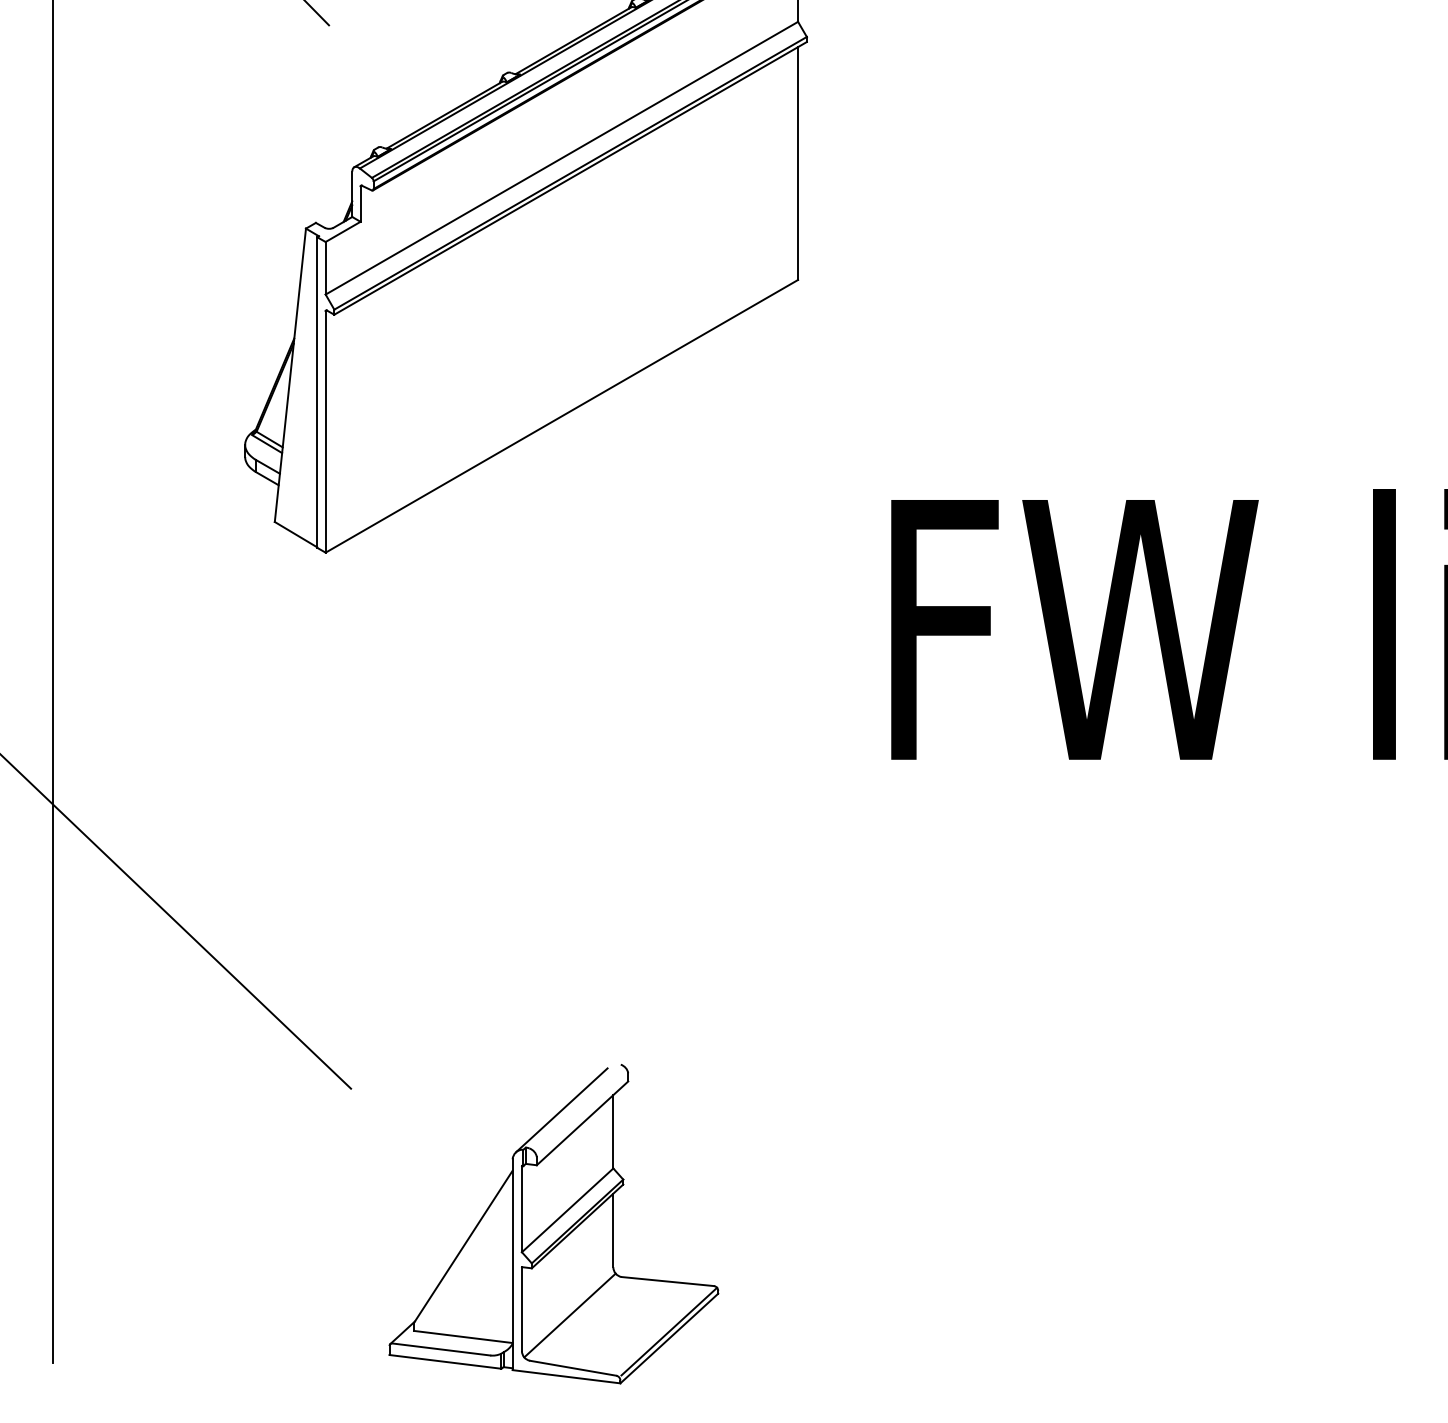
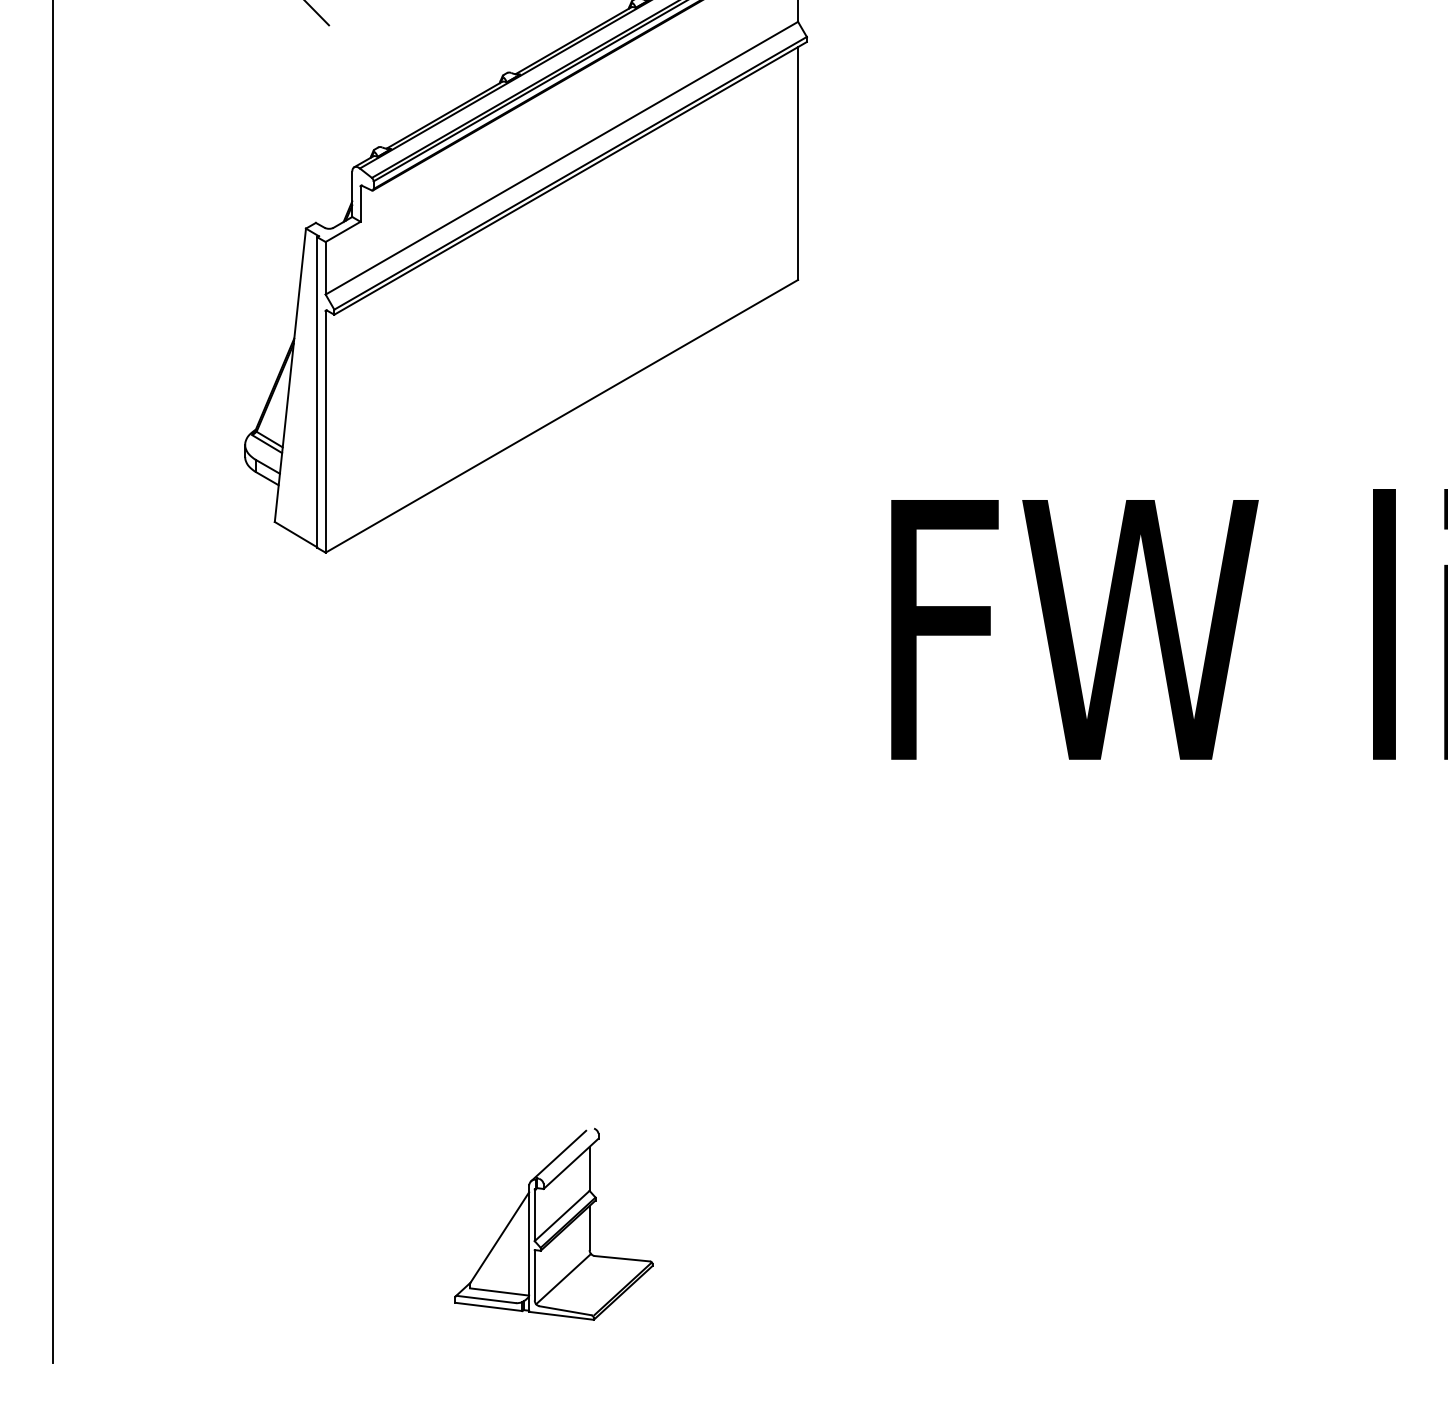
line at (176, 922): present -> none
part at (553, 1224) size: 332x321 px -> 200x194 px
